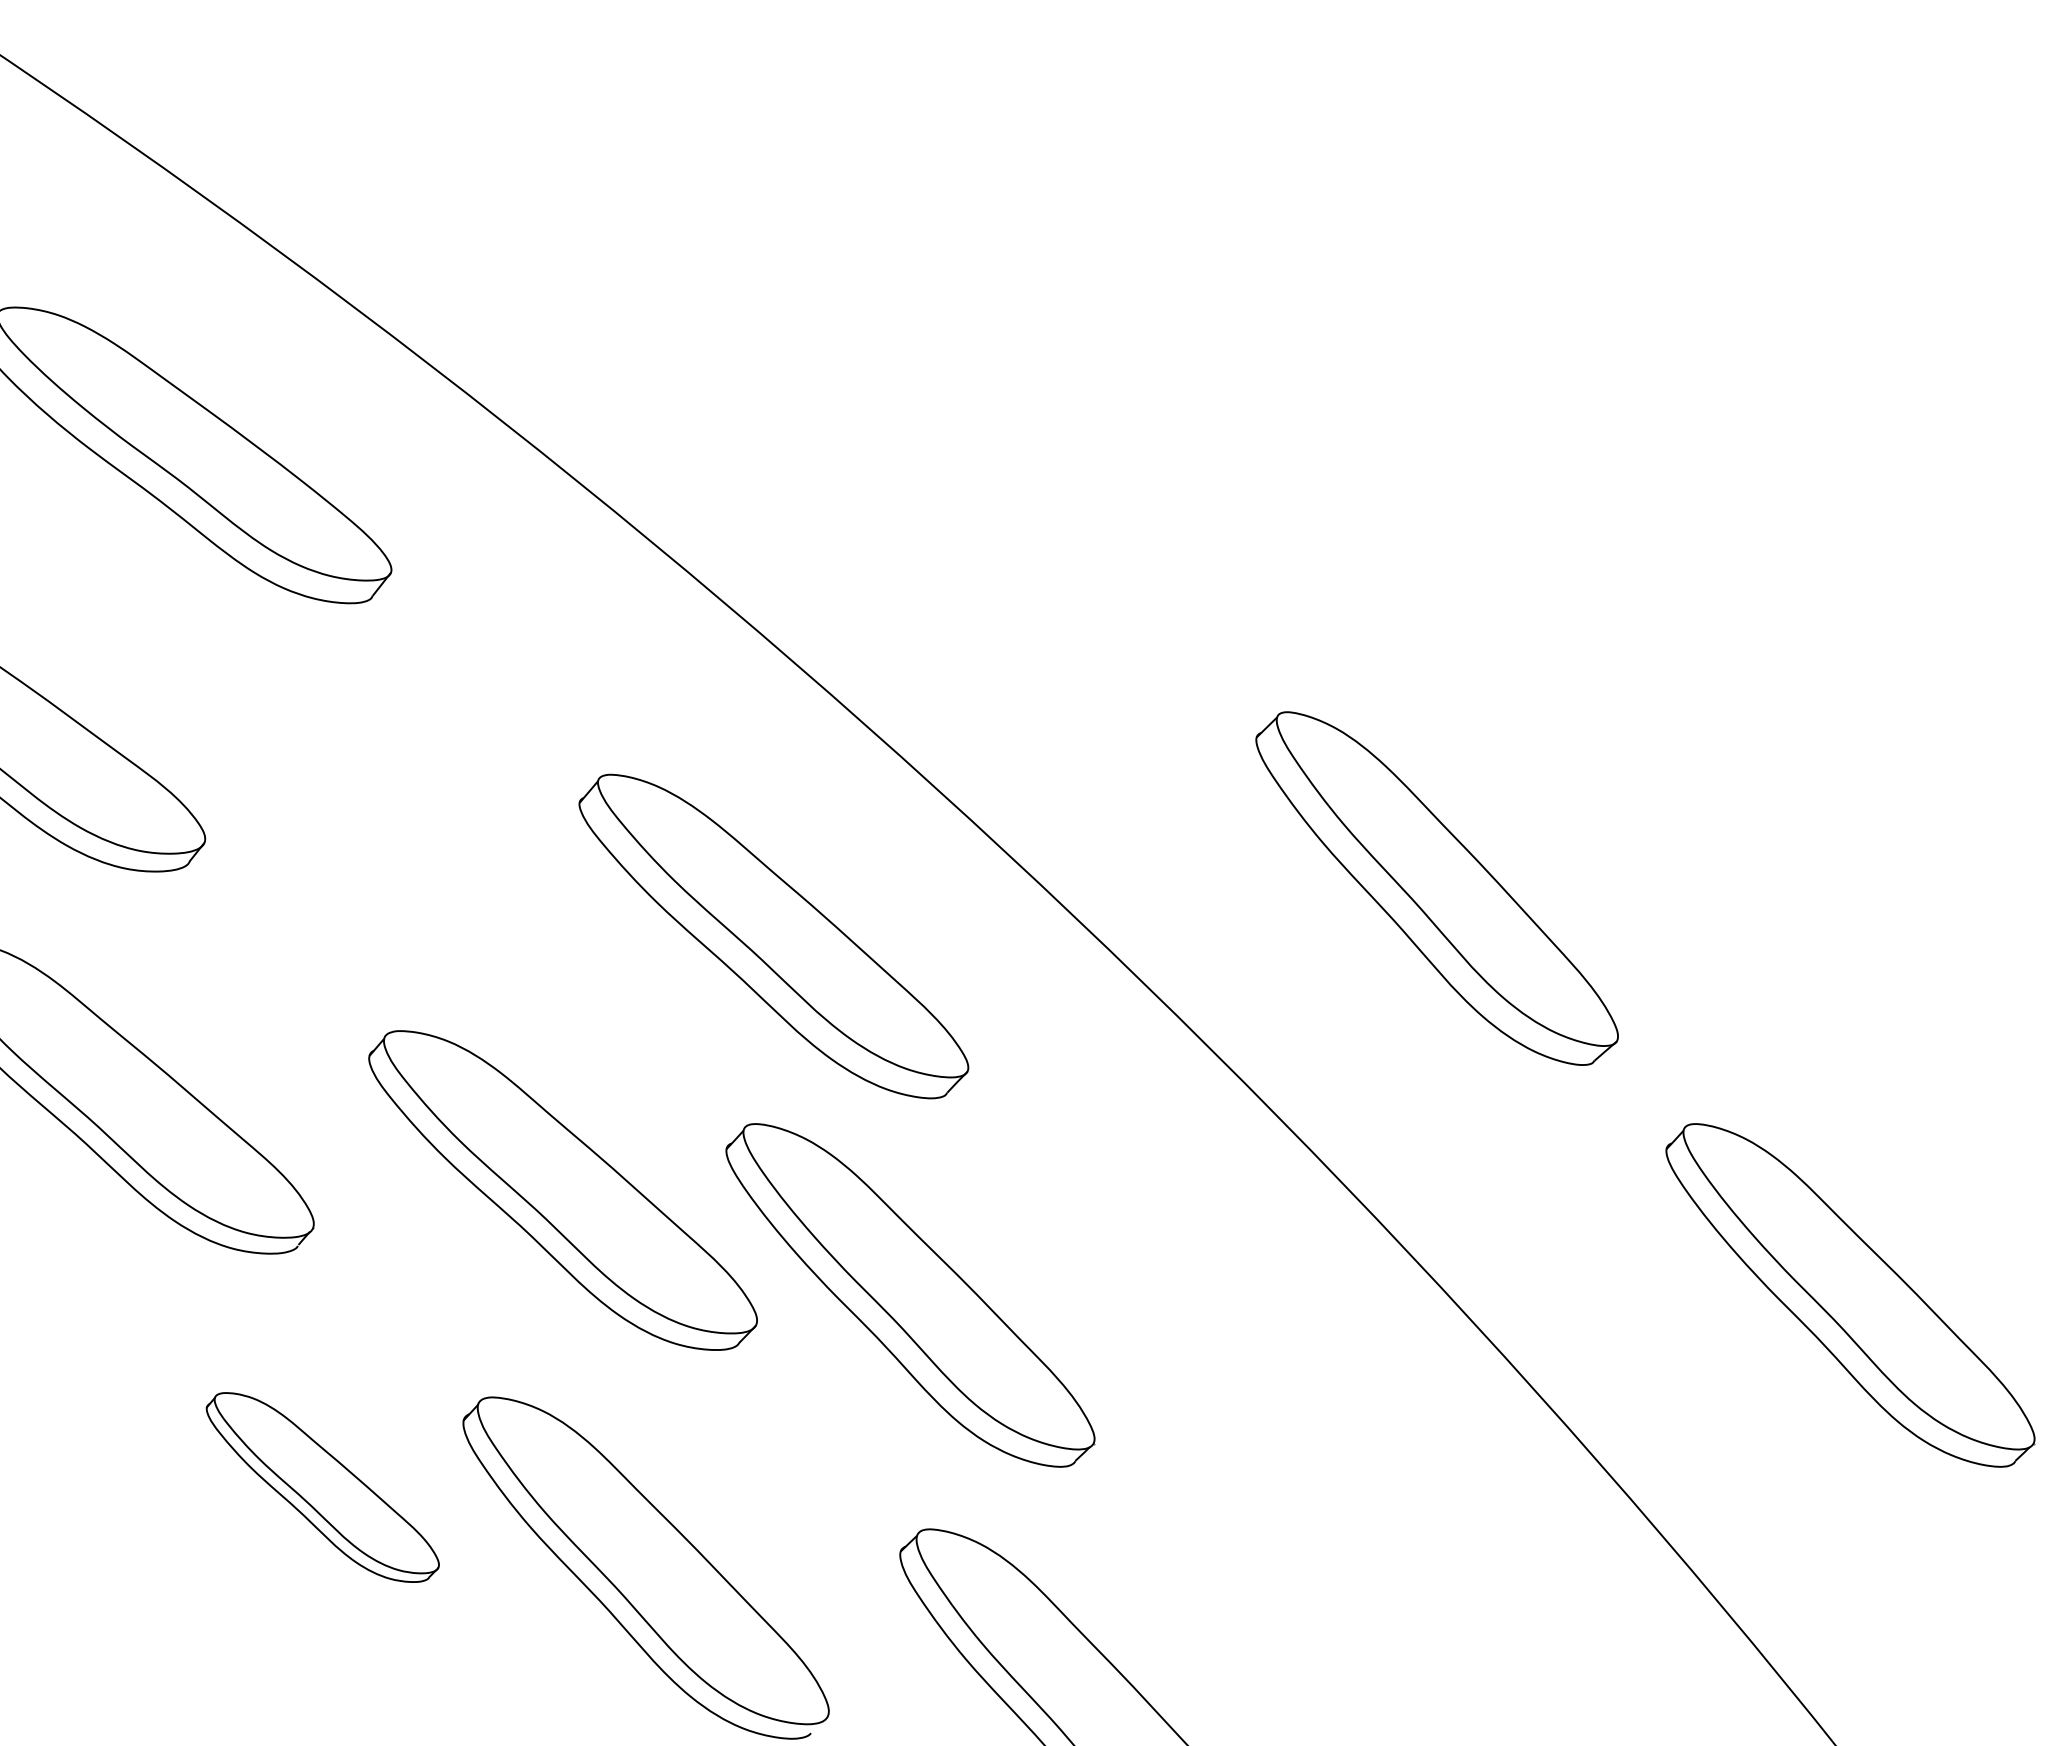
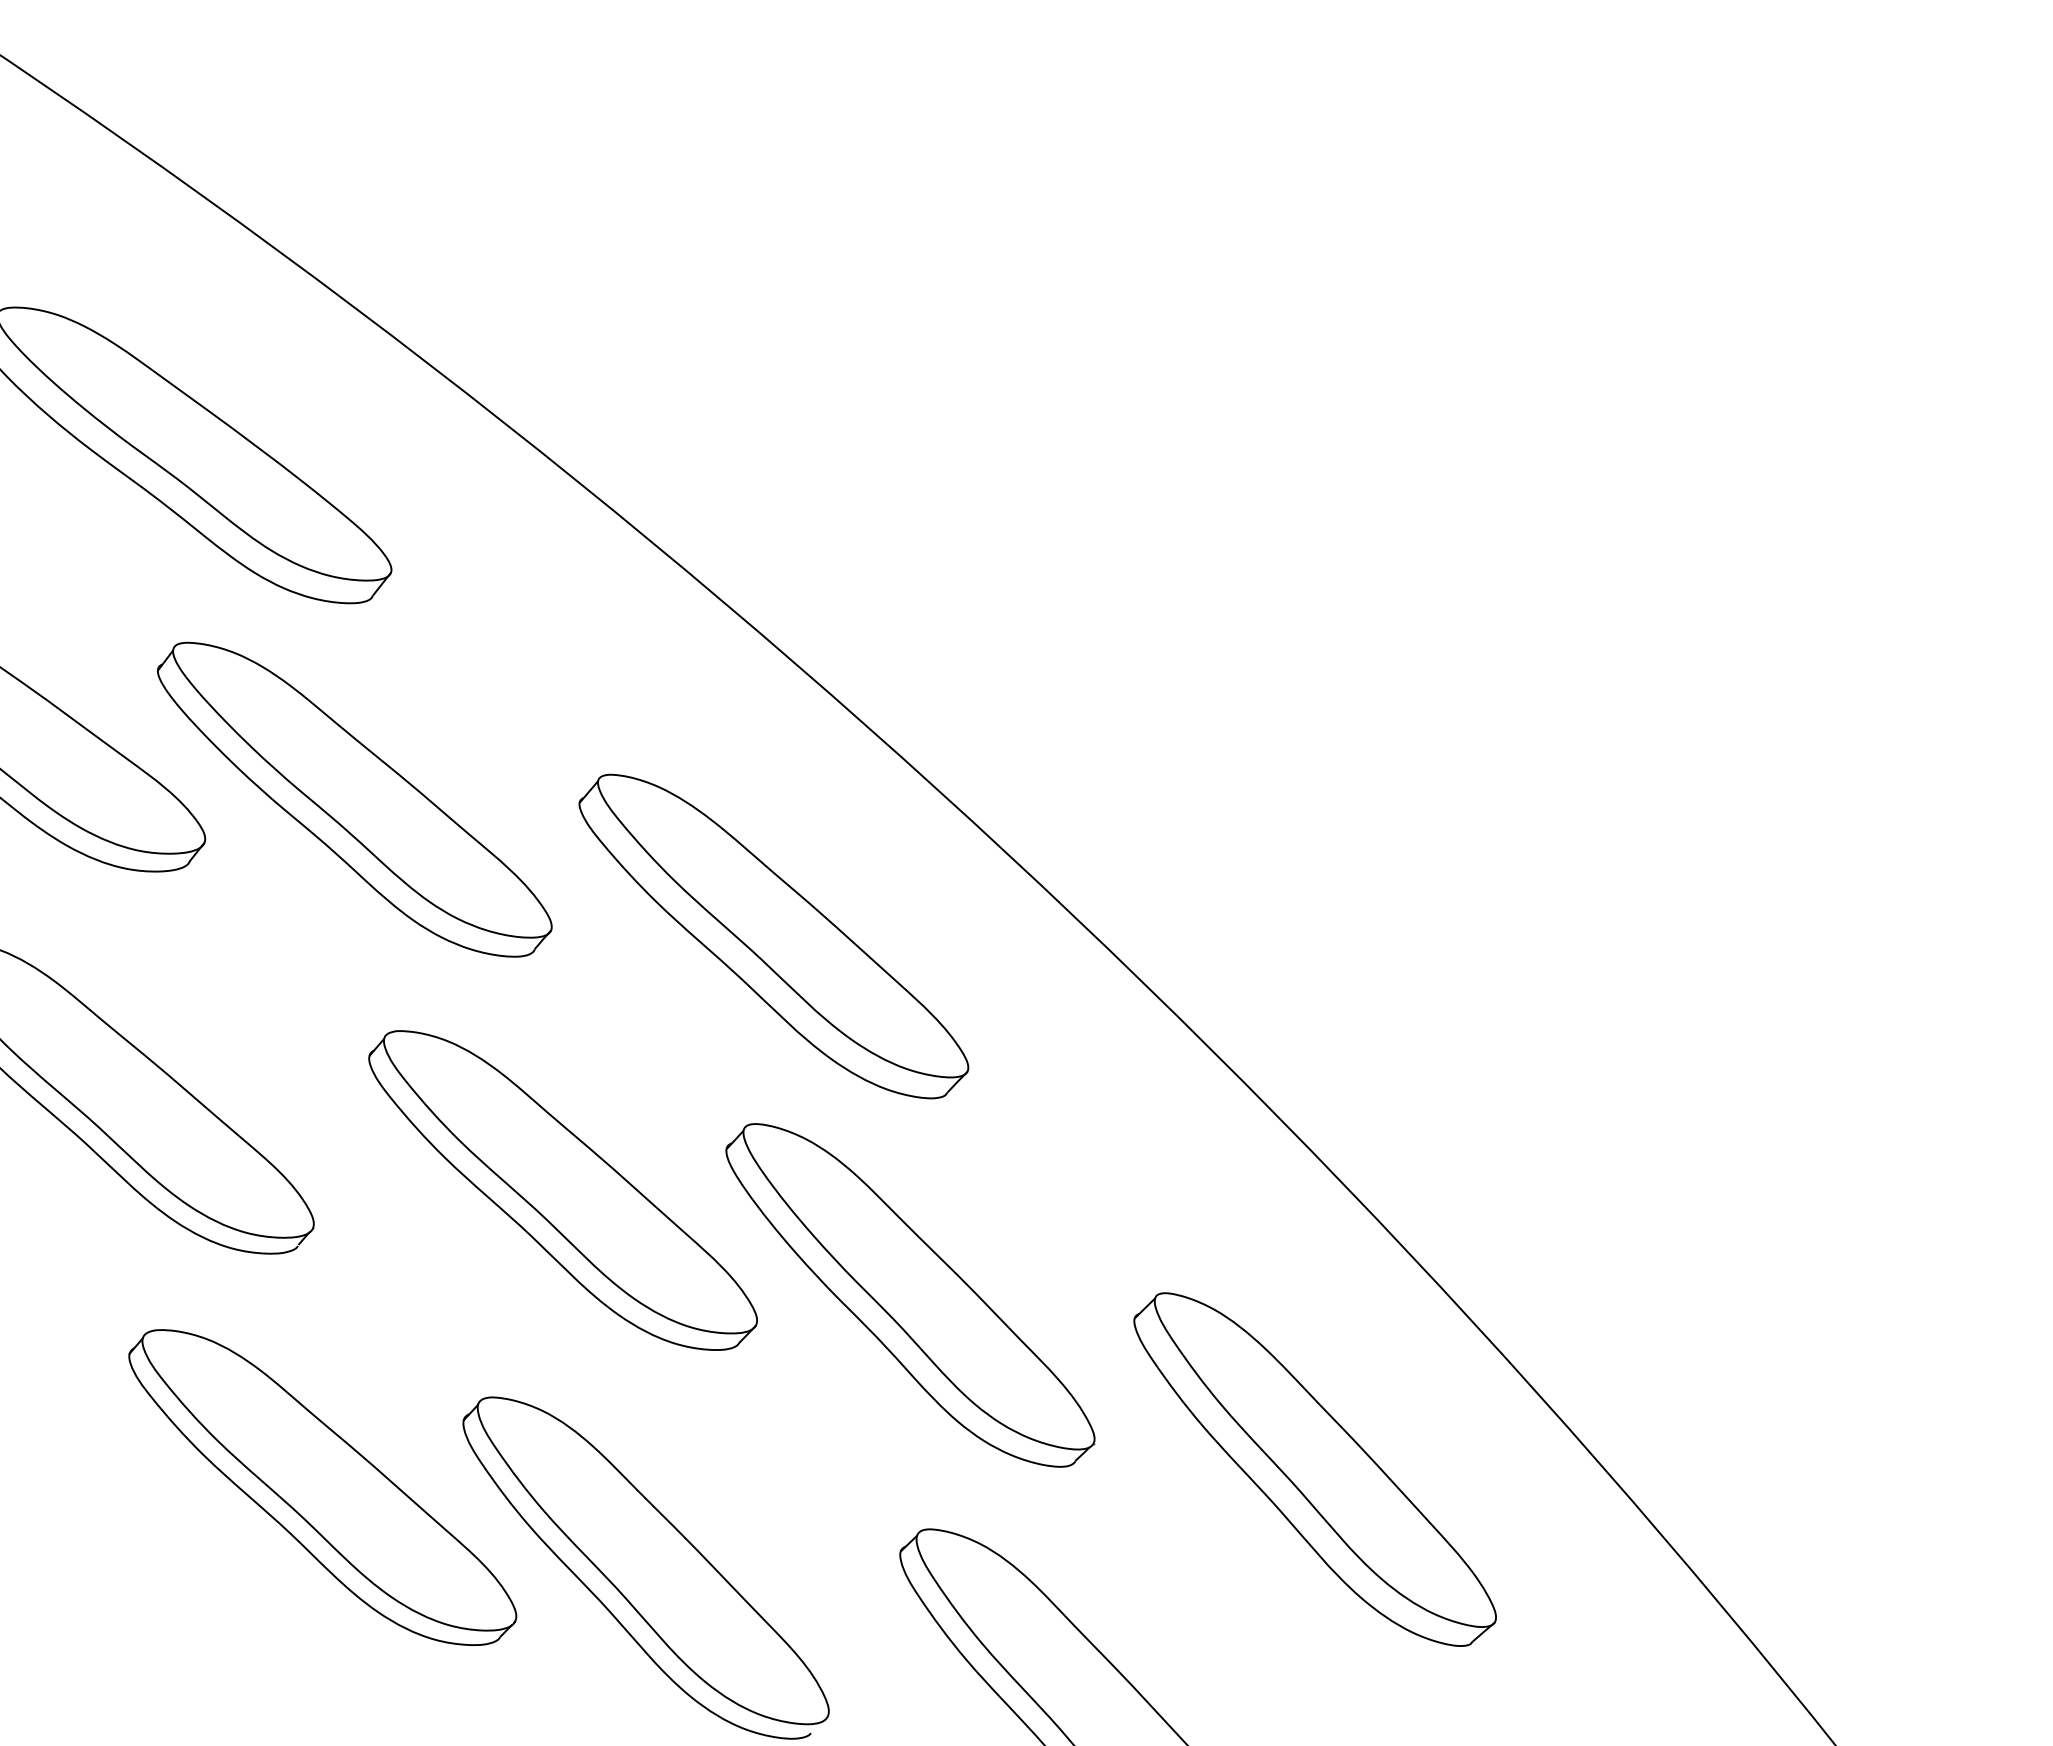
part at (354, 799): none -> present
part at (1436, 888) position: (1436, 888) -> (1314, 1469)
part at (1850, 1295): present -> none
part at (322, 1487) size: 235x191 px -> 390x317 px
